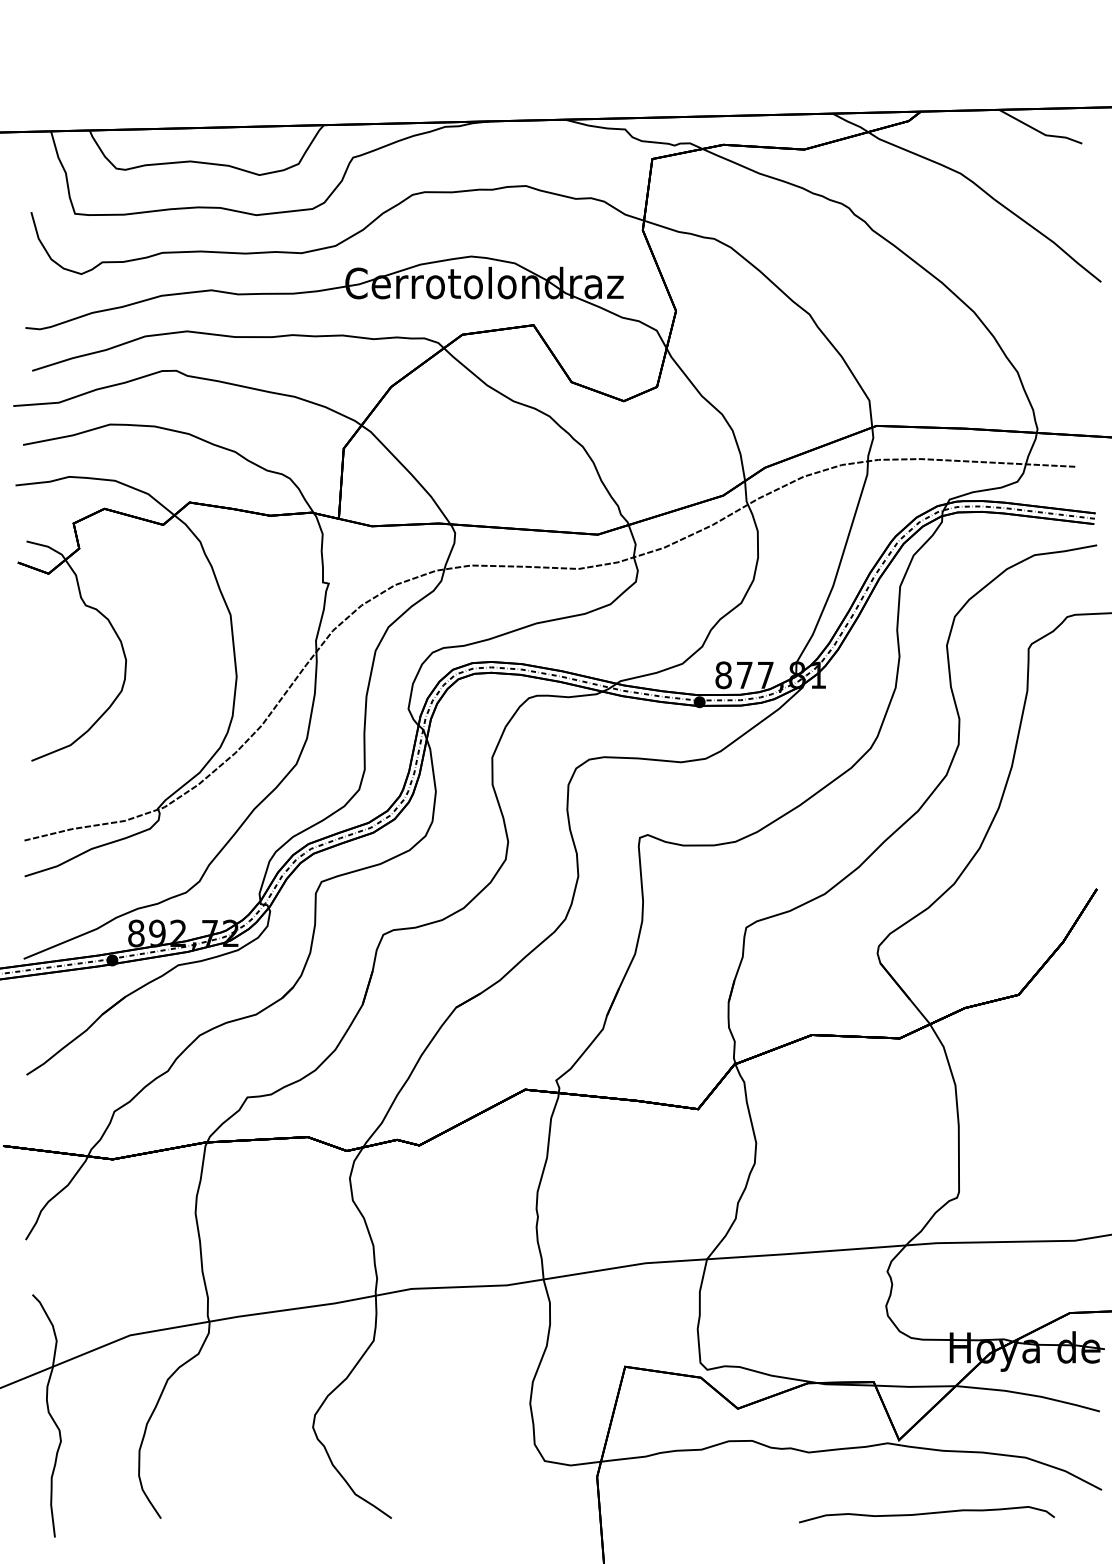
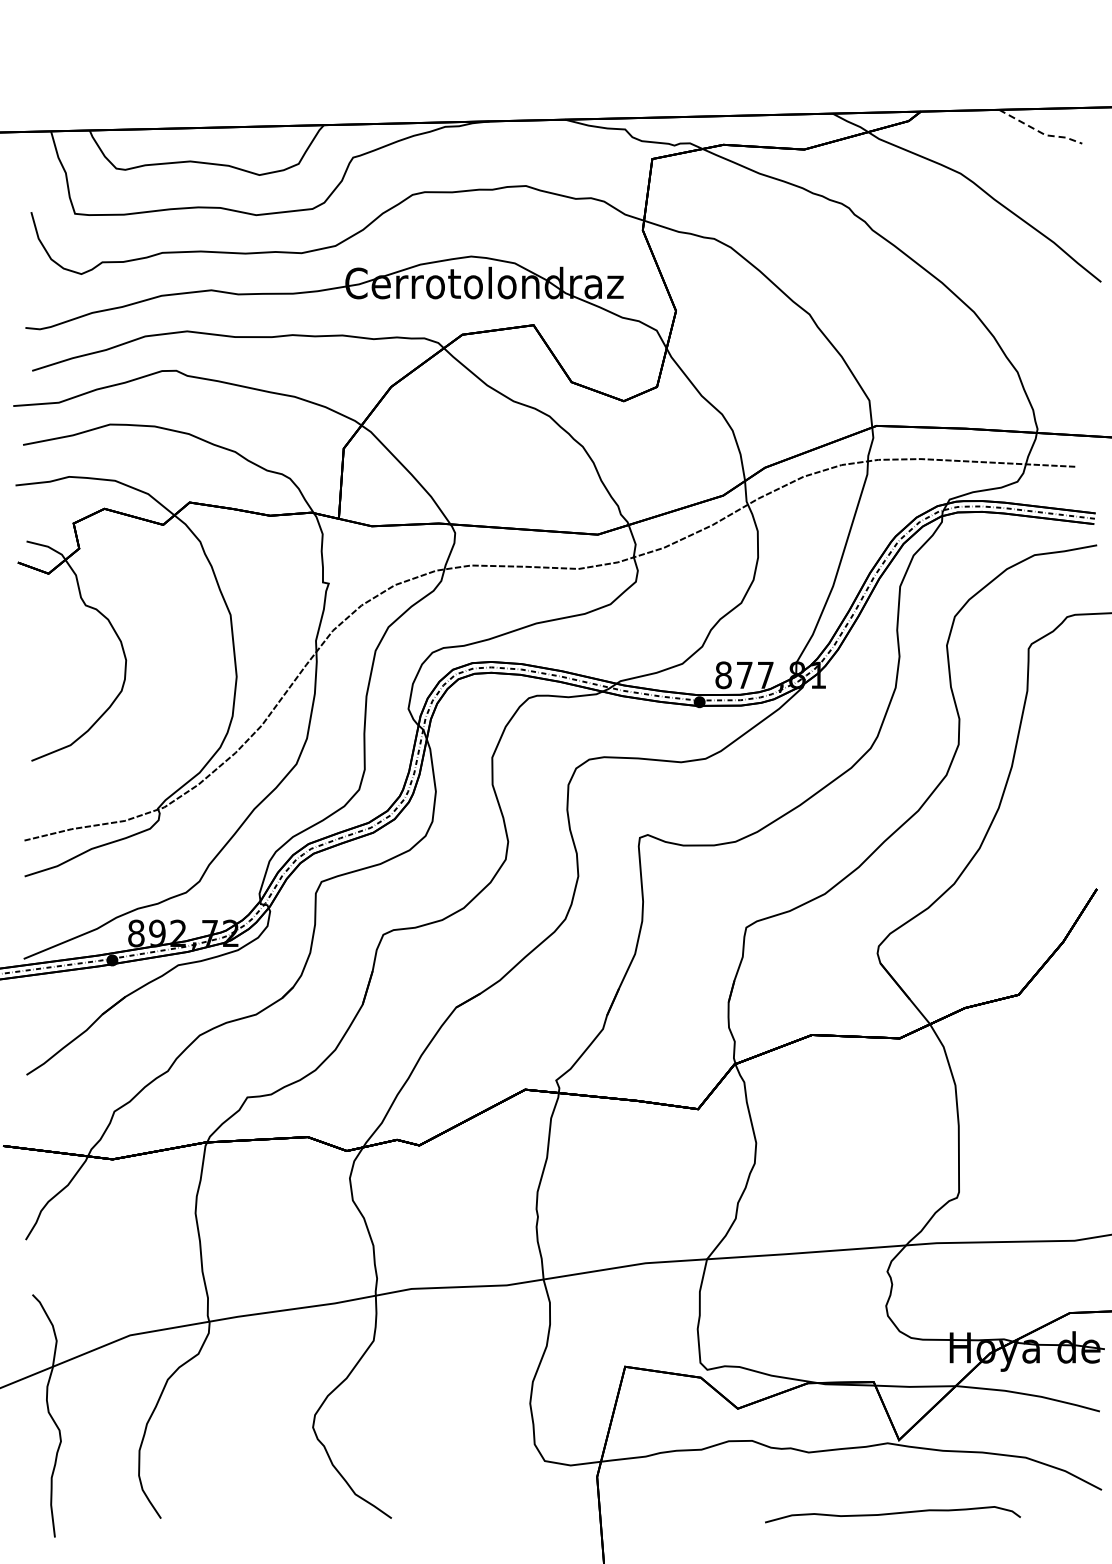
line at (1040, 132): solid -> dashed
curve at (926, 1514) position: (926, 1514) -> (892, 1514)
